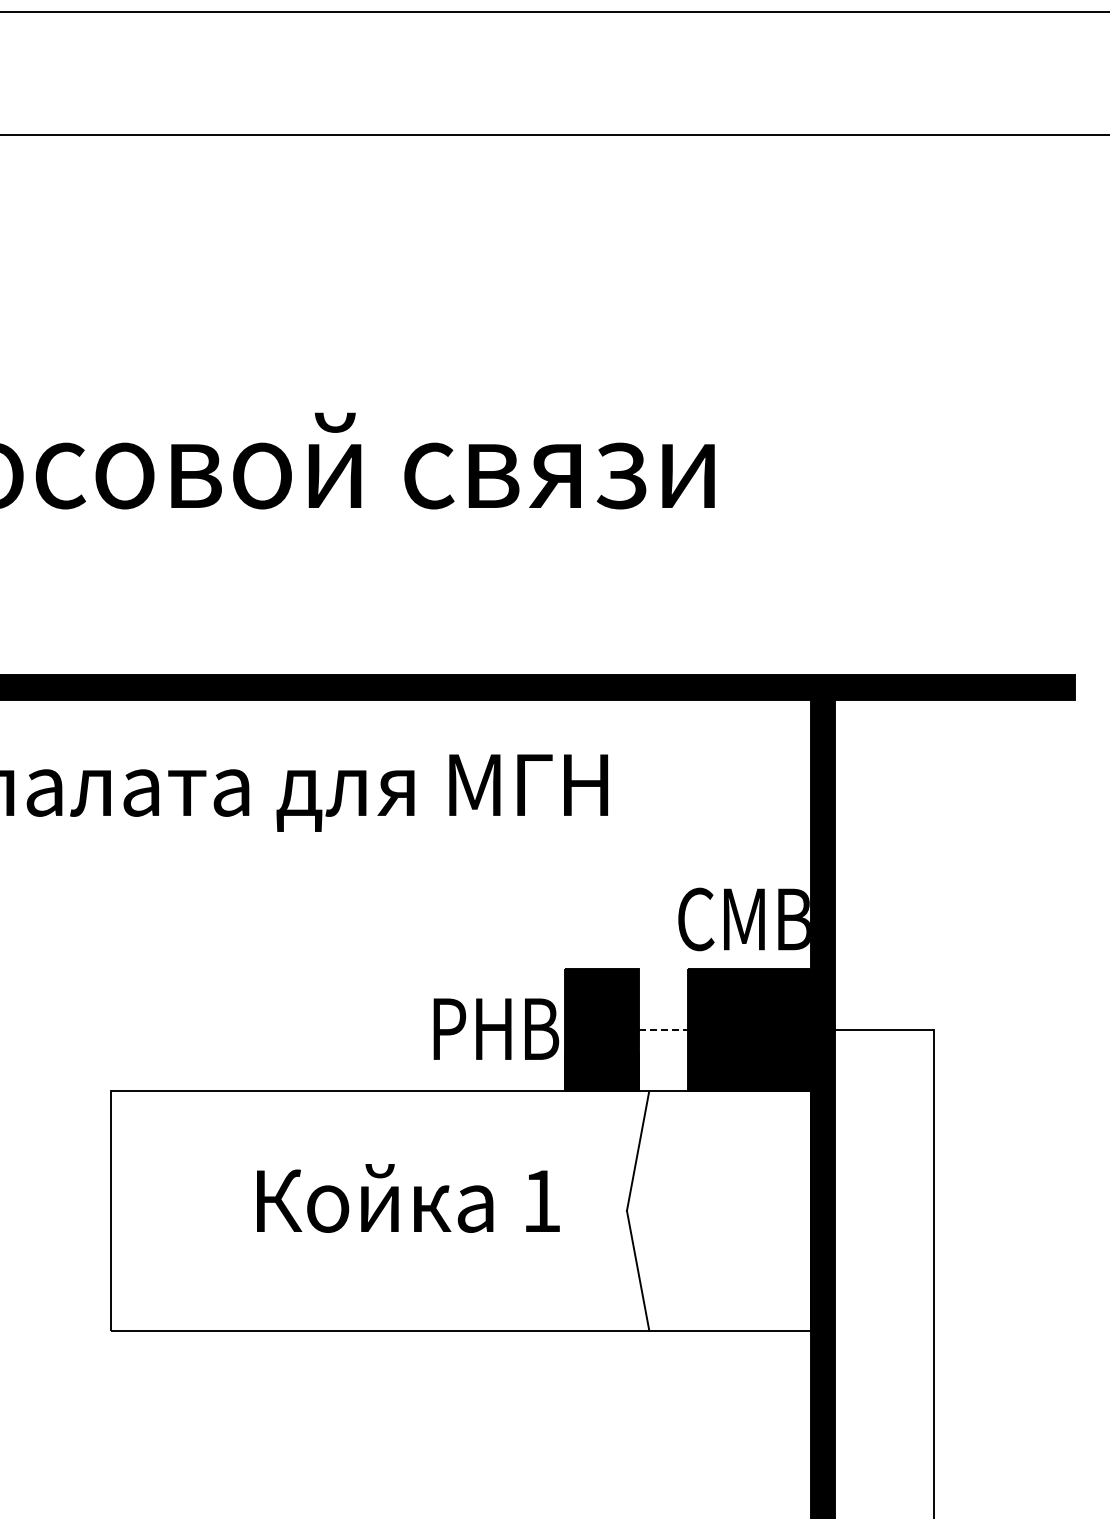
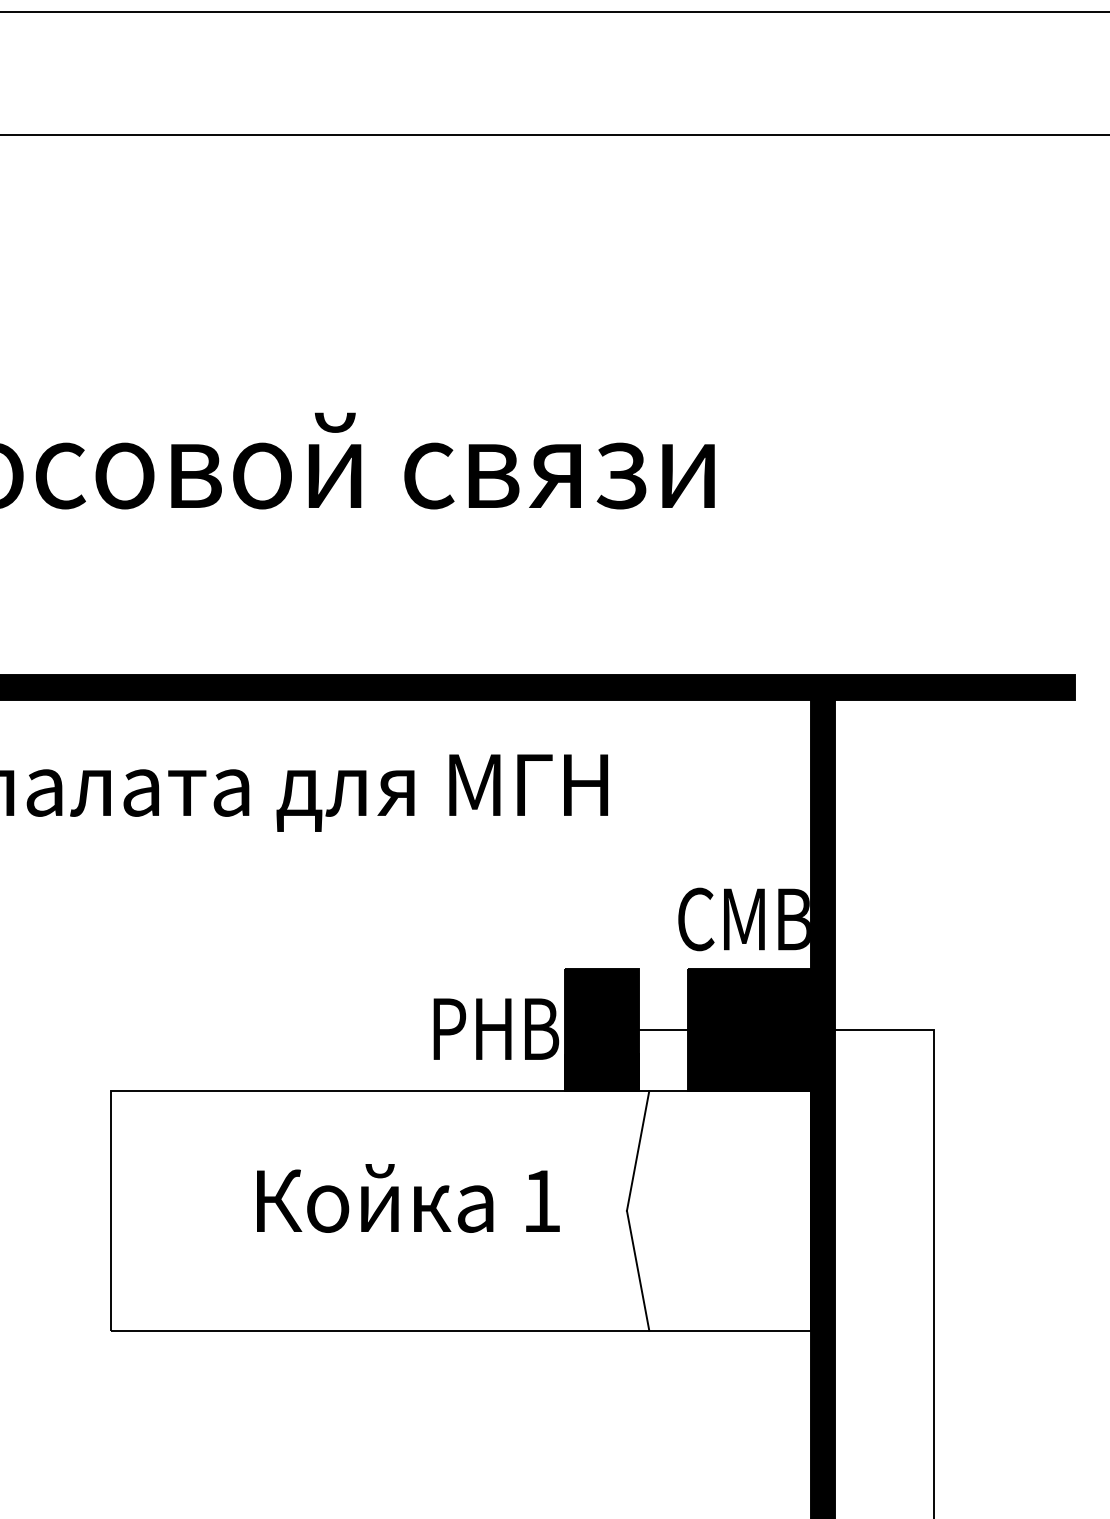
line at (663, 1029): dashed -> solid
